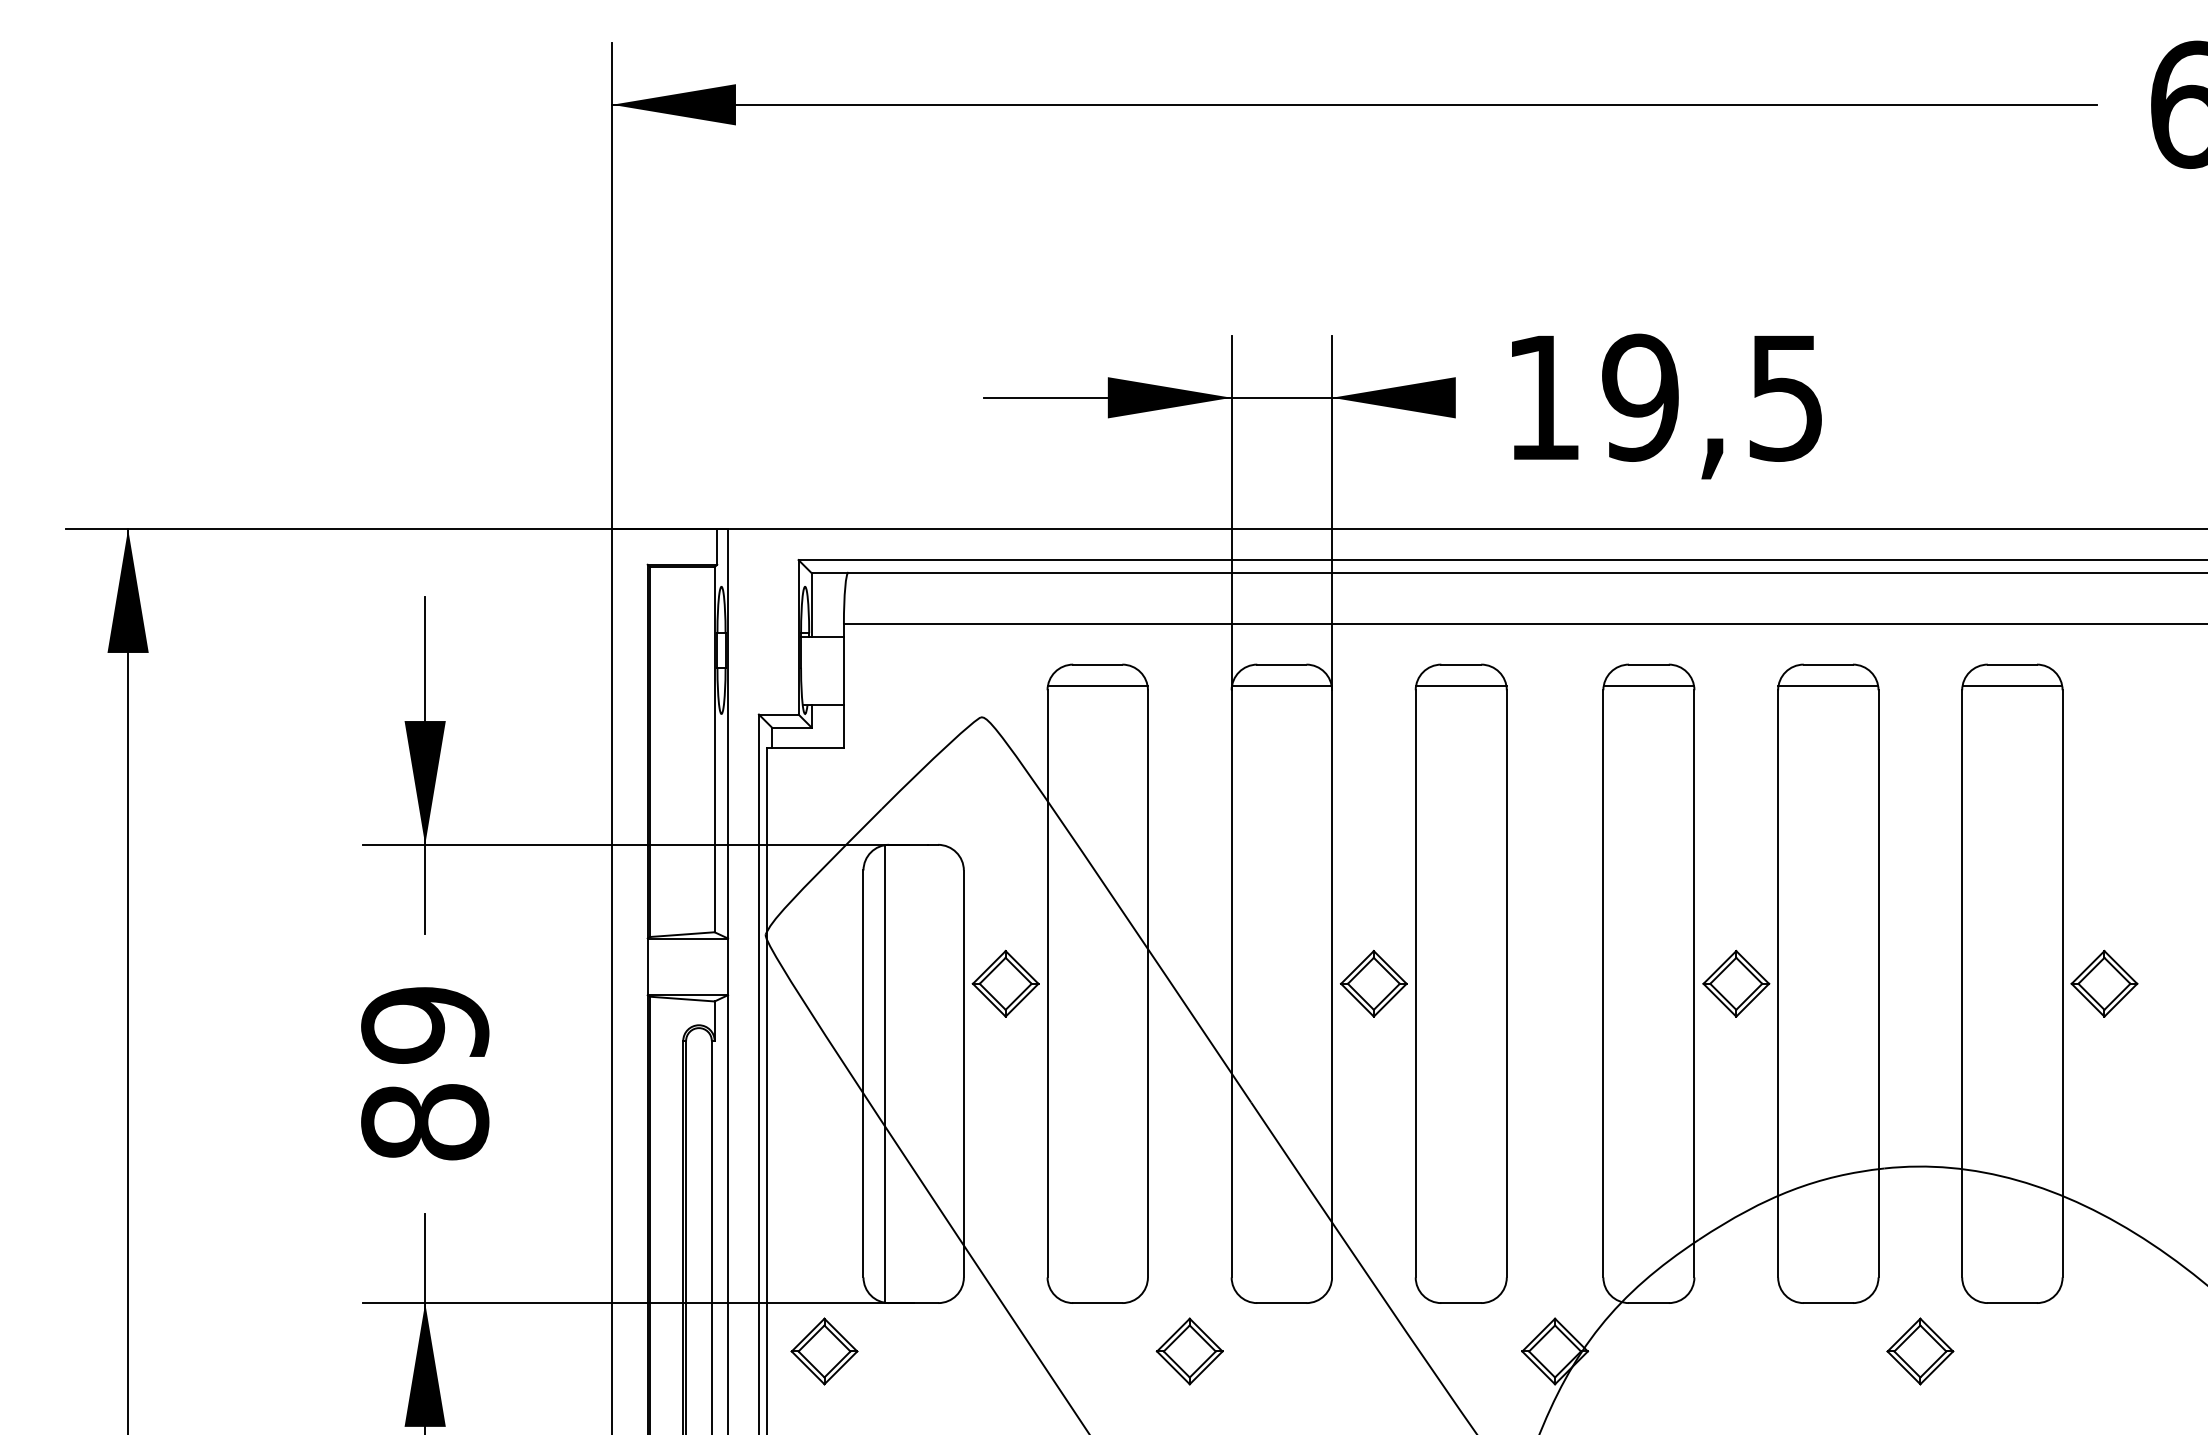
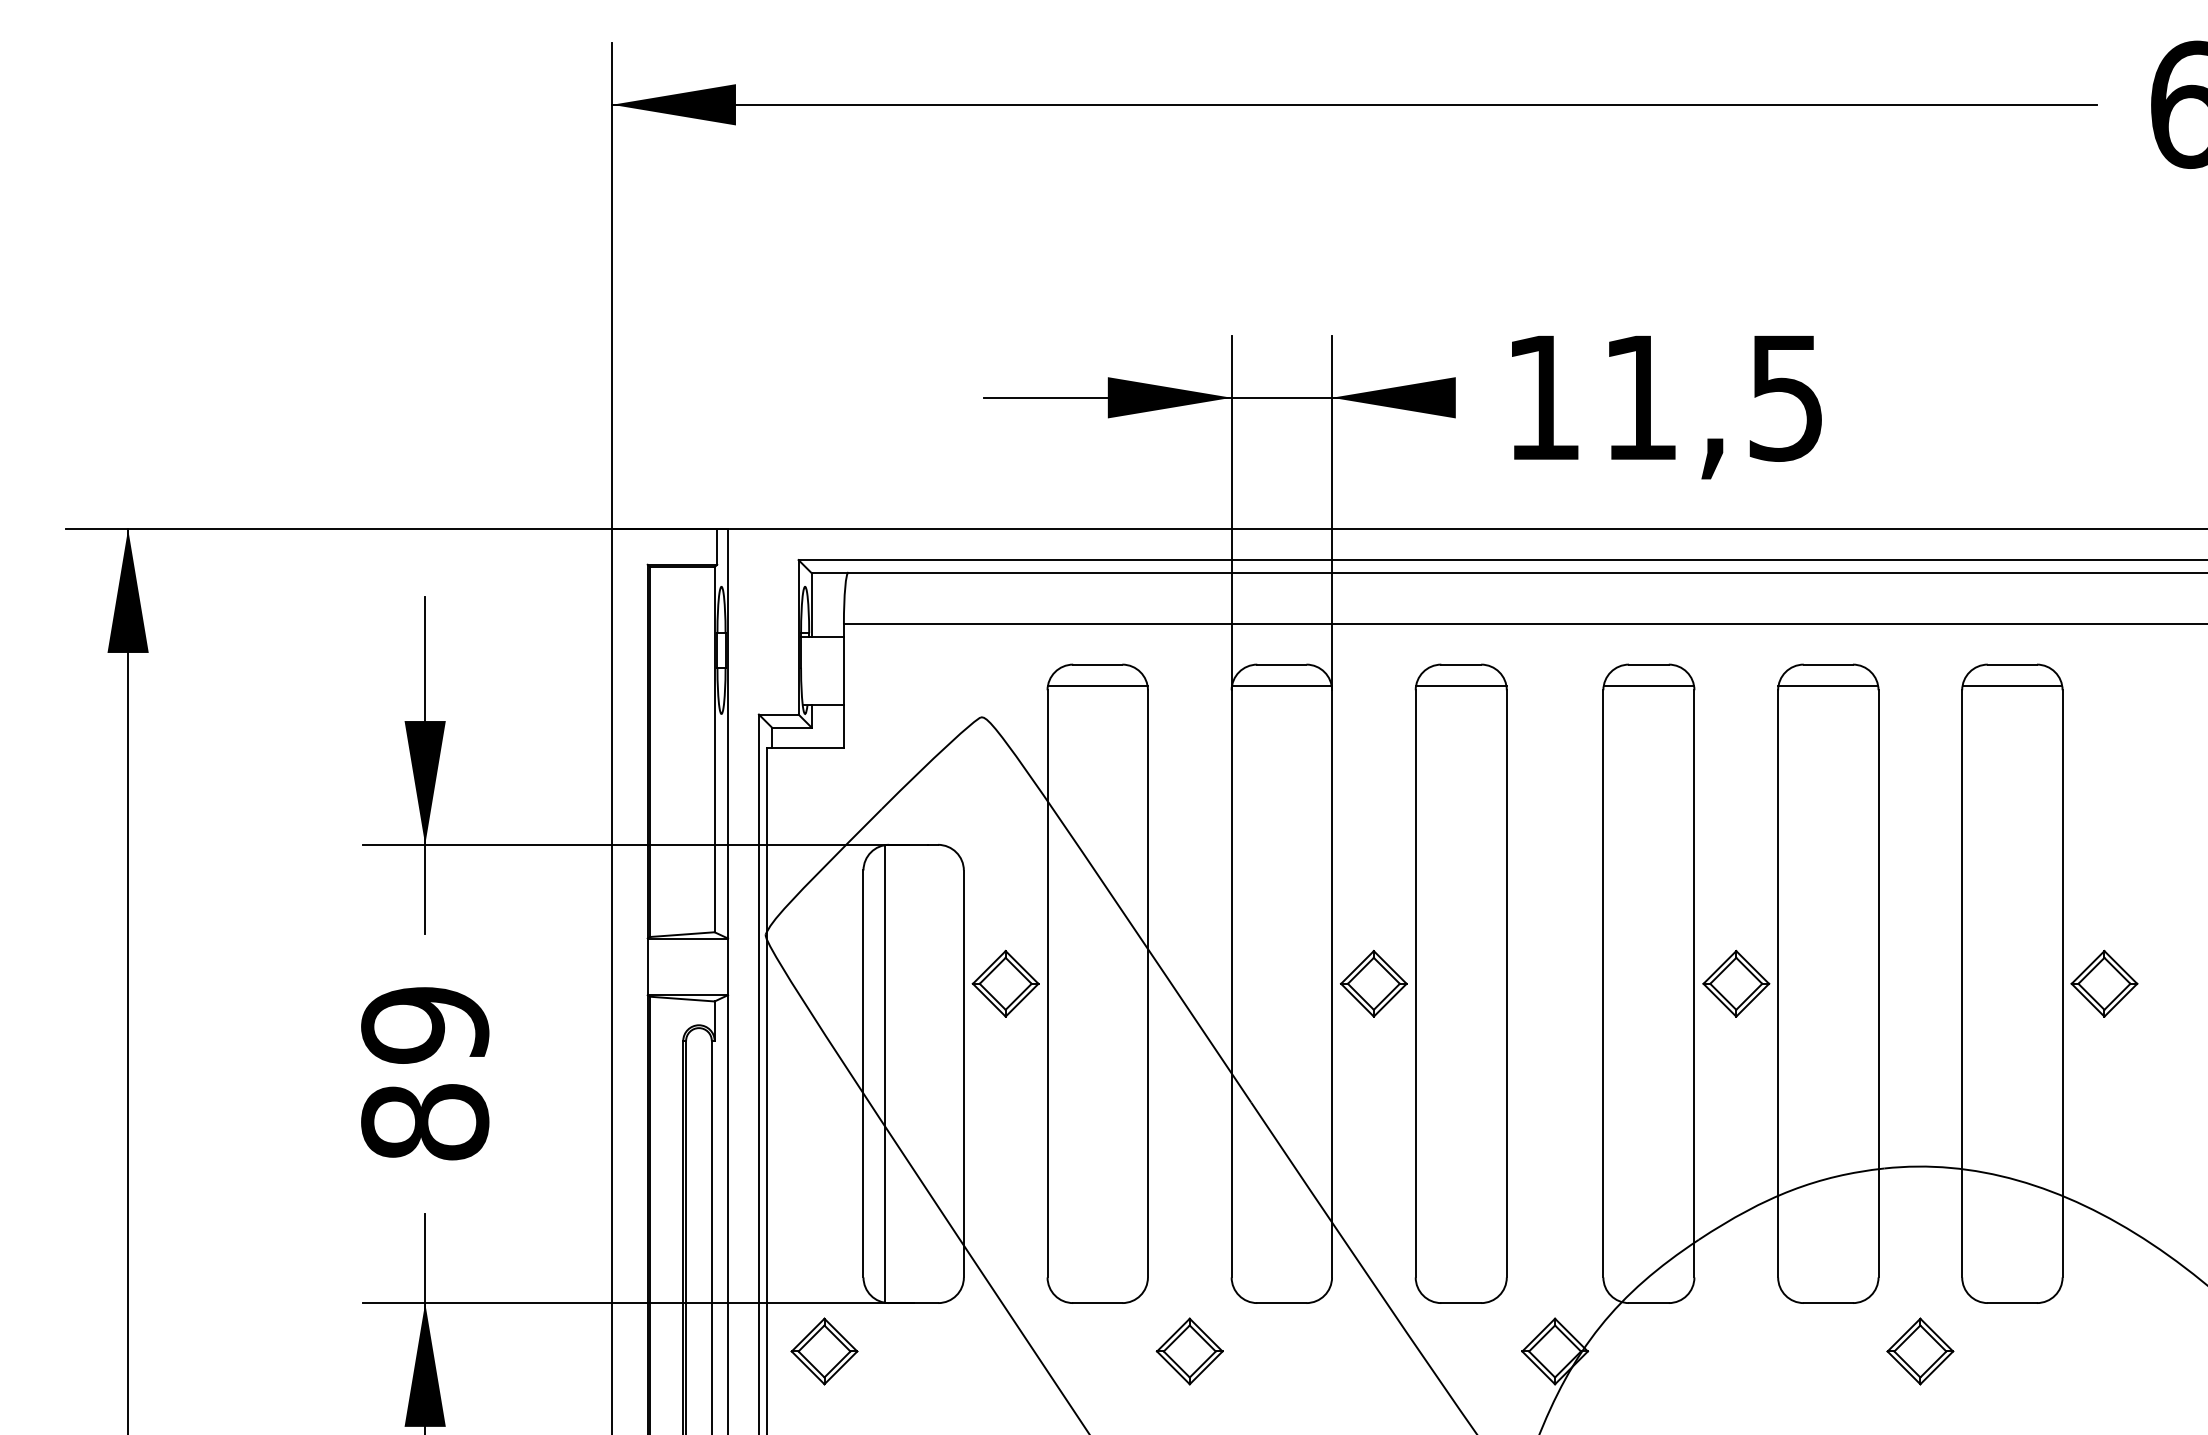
text at (1640, 397): 19,5 -> 11,5
